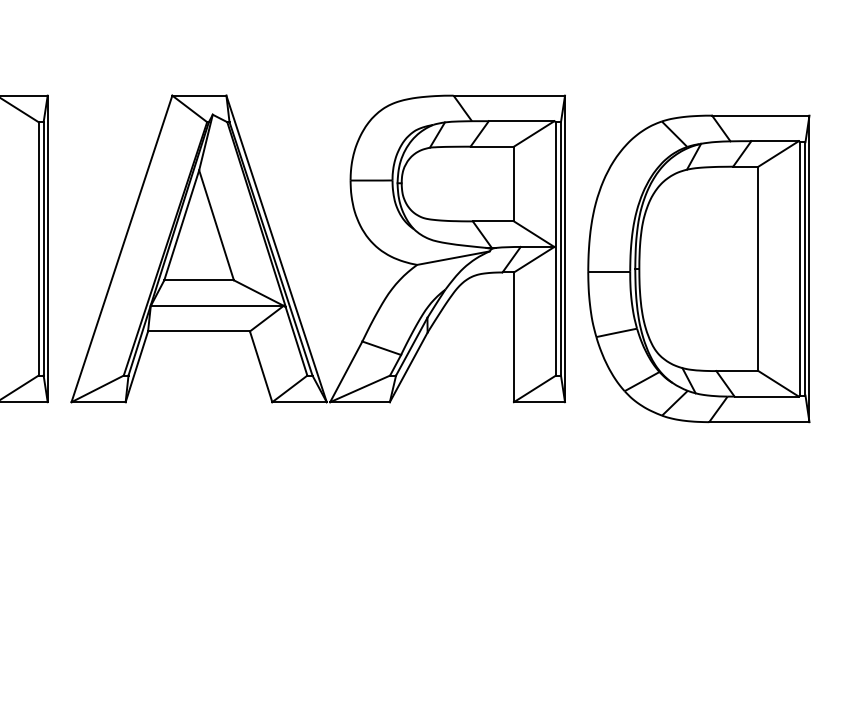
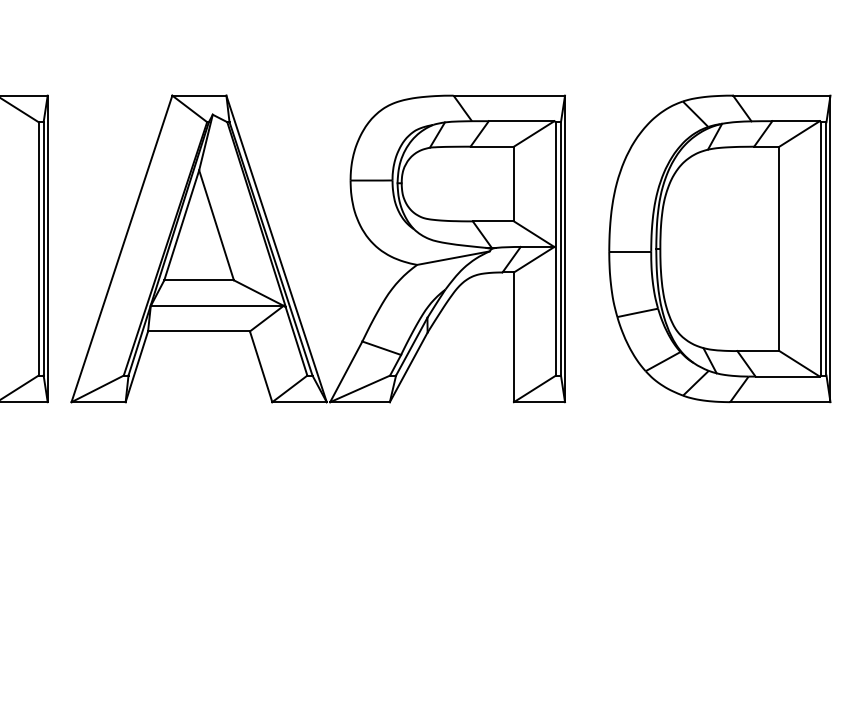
part at (698, 268) position: (698, 268) -> (719, 248)
